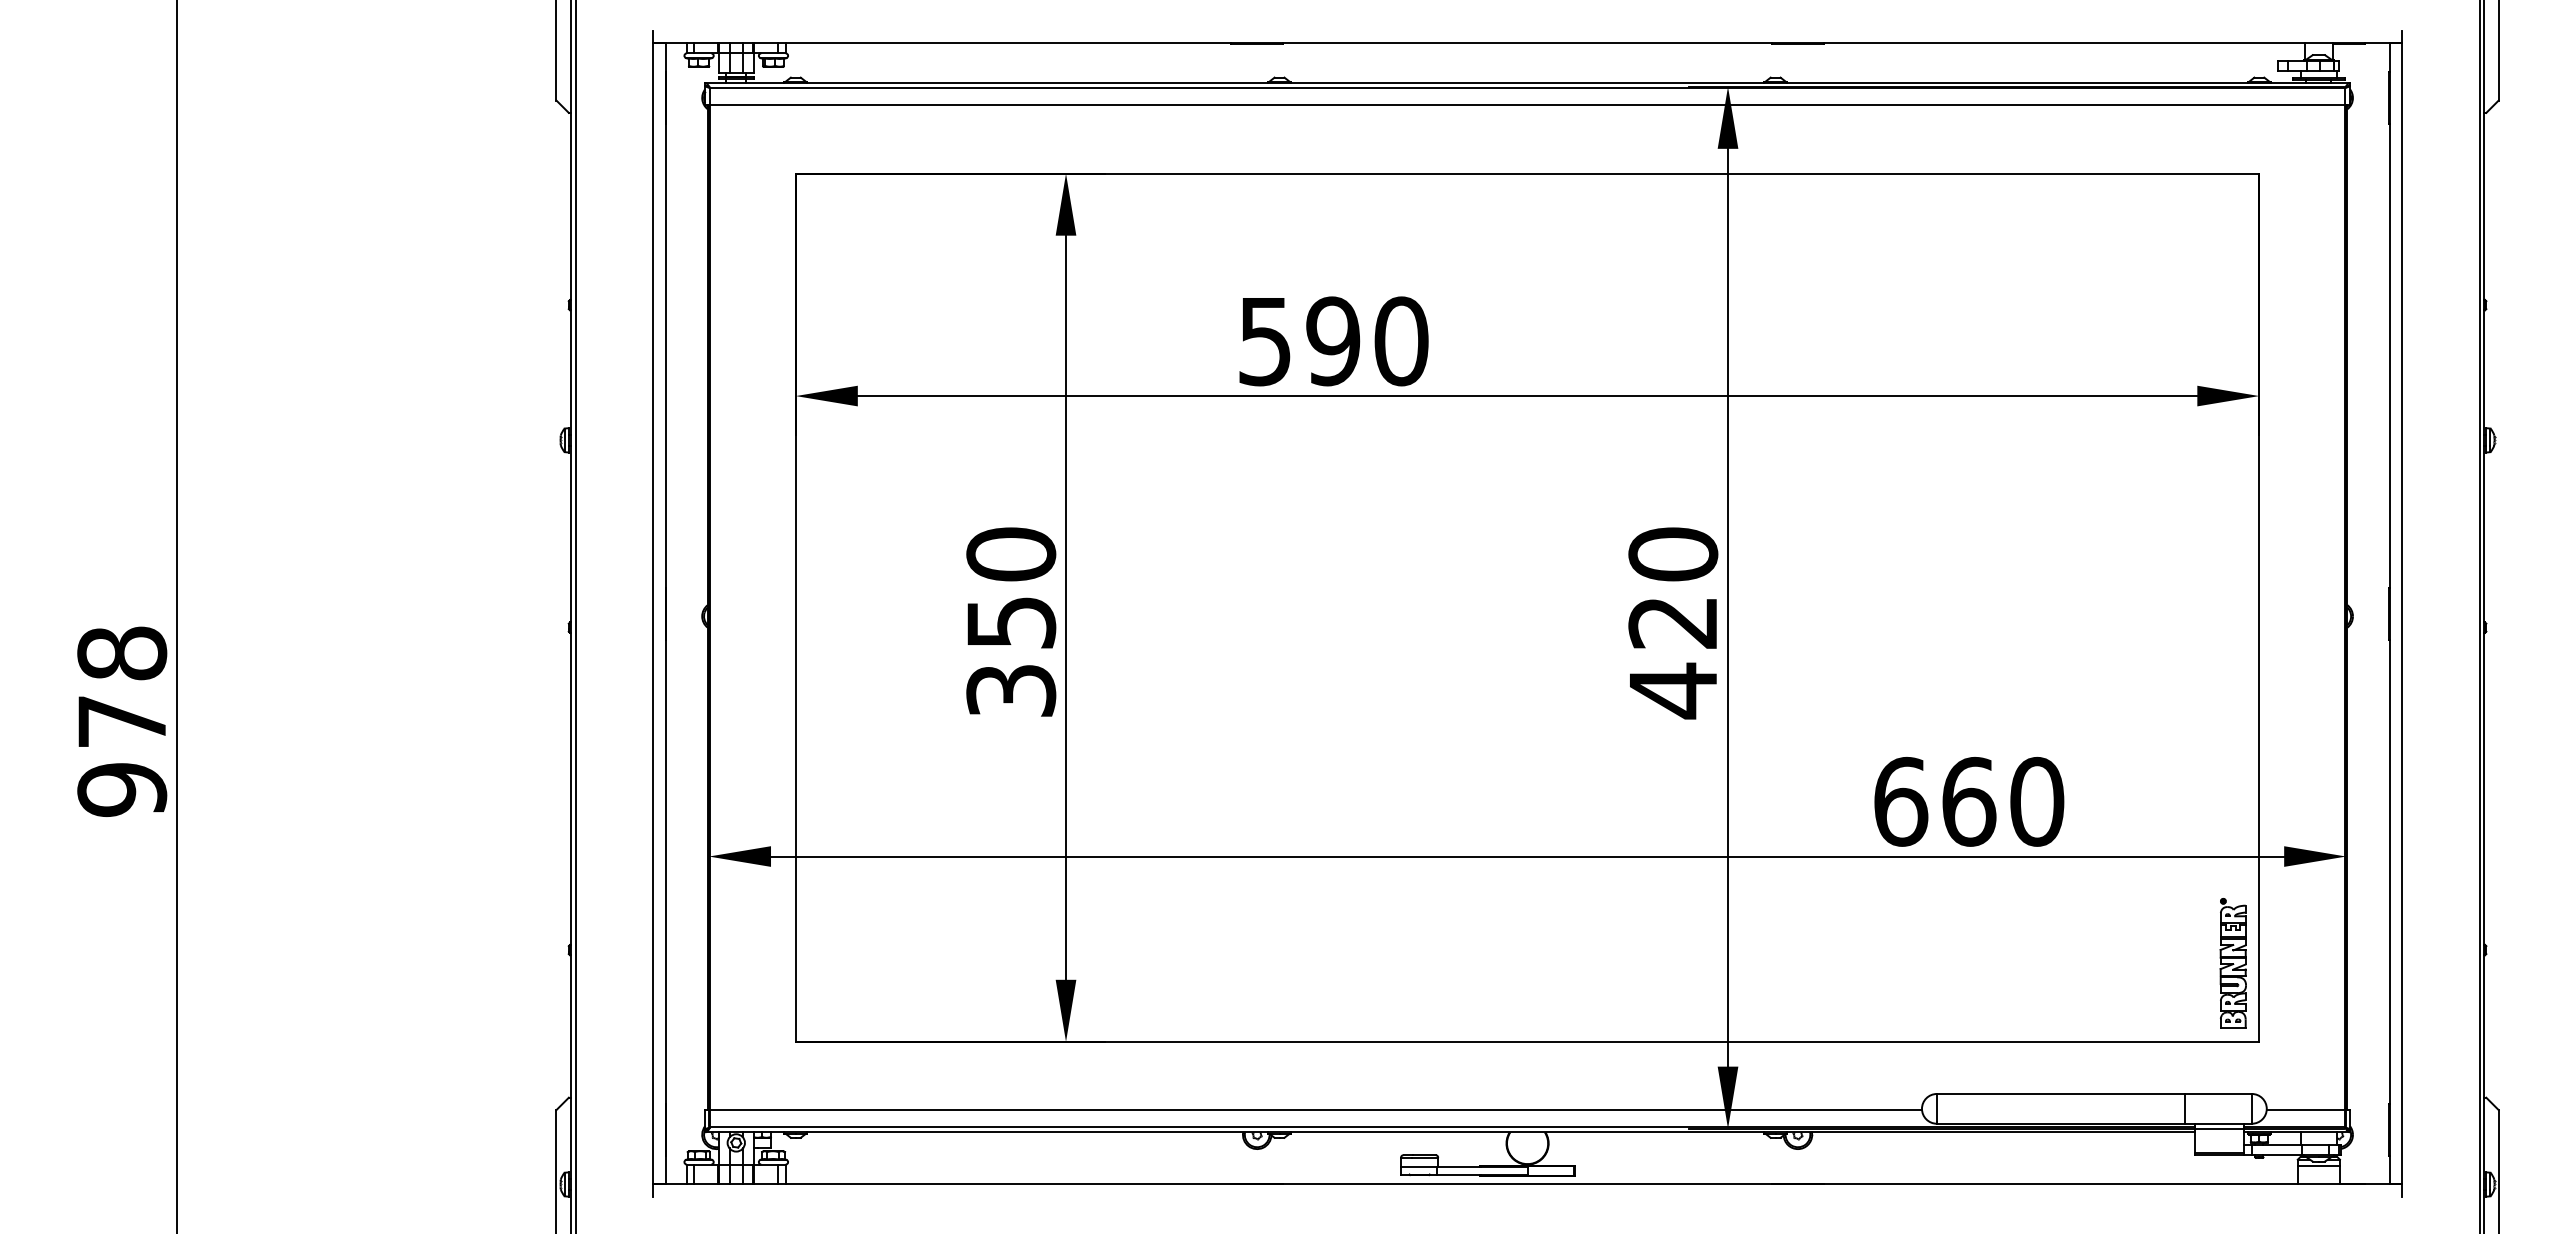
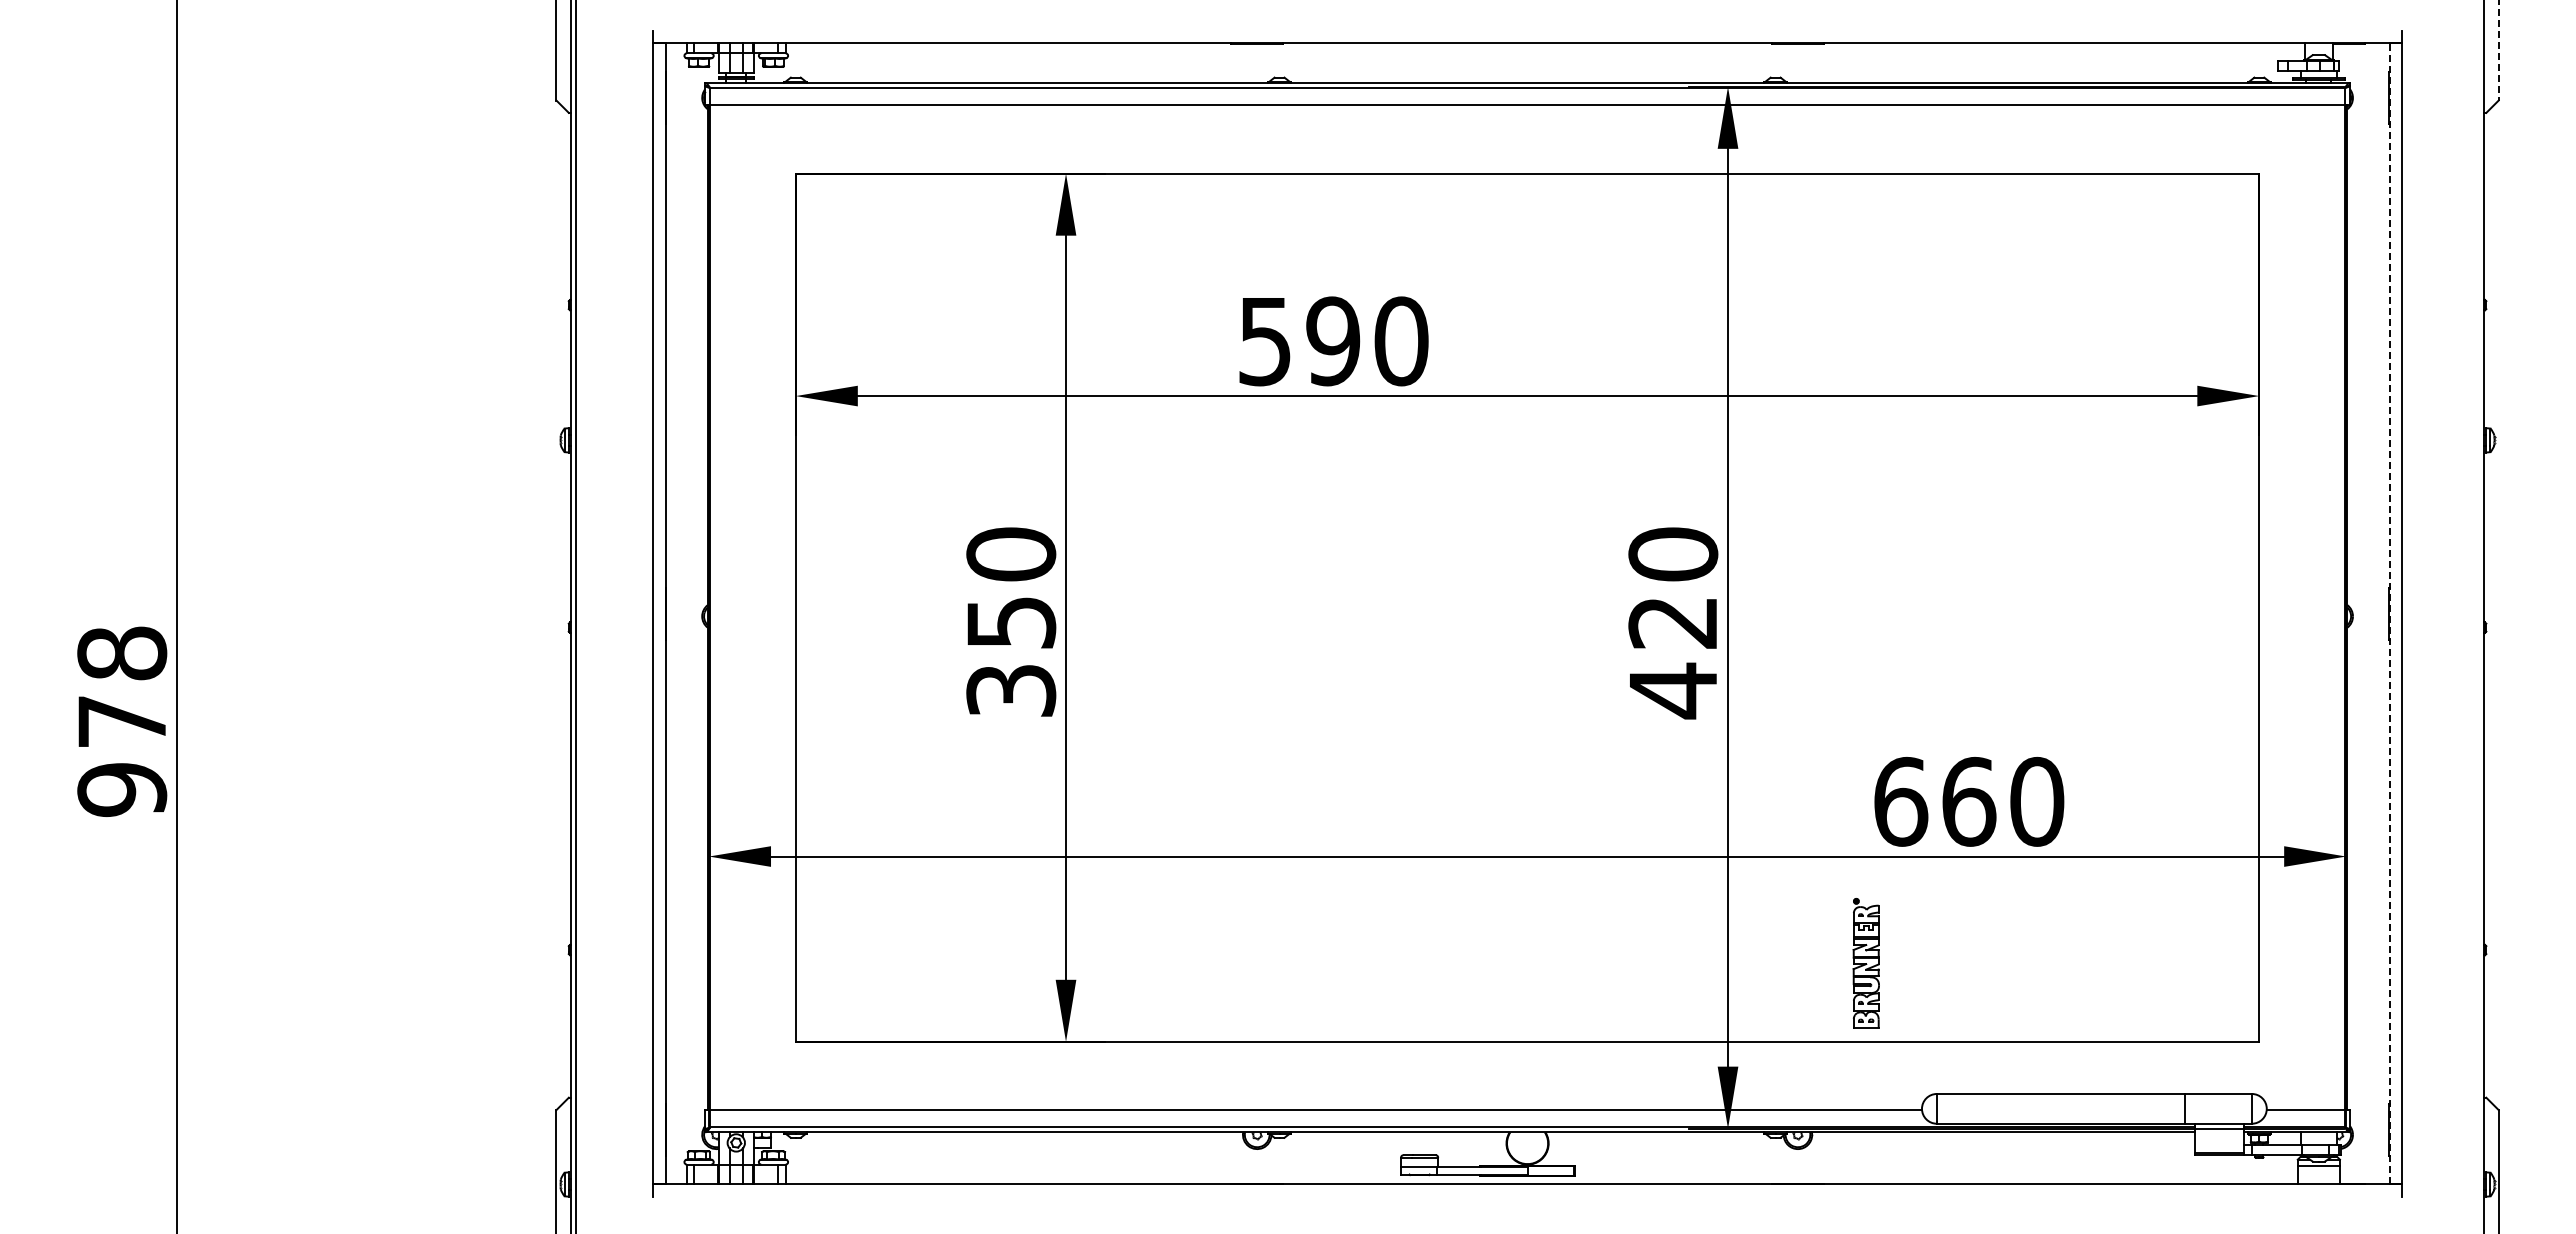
line at (2498, 50): solid -> dashed
line at (2389, 613): solid -> dashed
line at (2479, 616): present -> none
part at (2232, 963) position: (2232, 963) -> (1865, 963)
